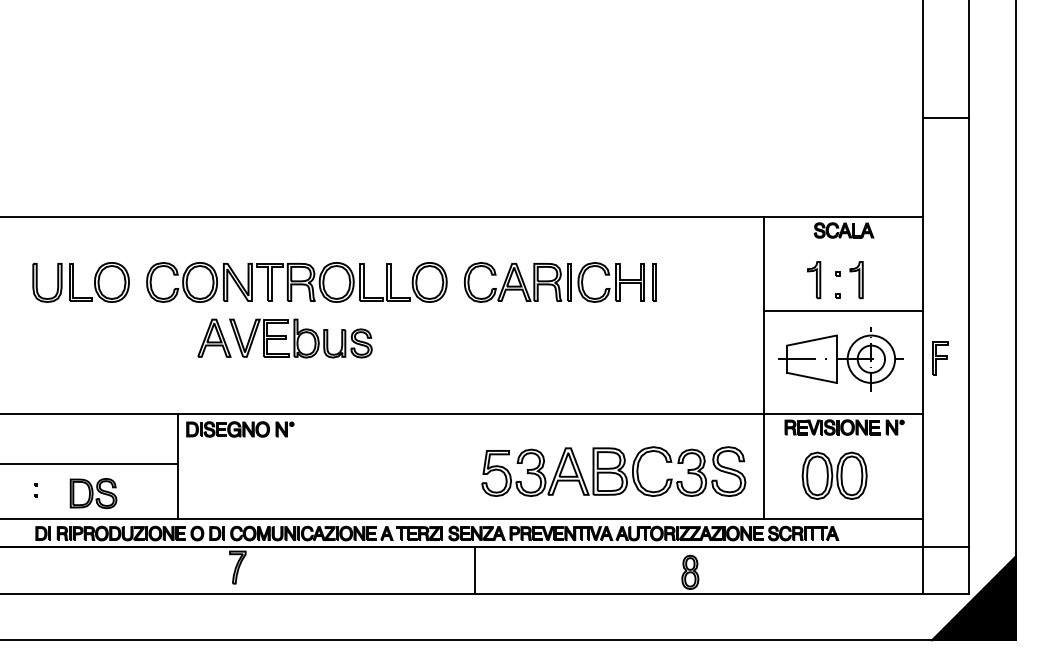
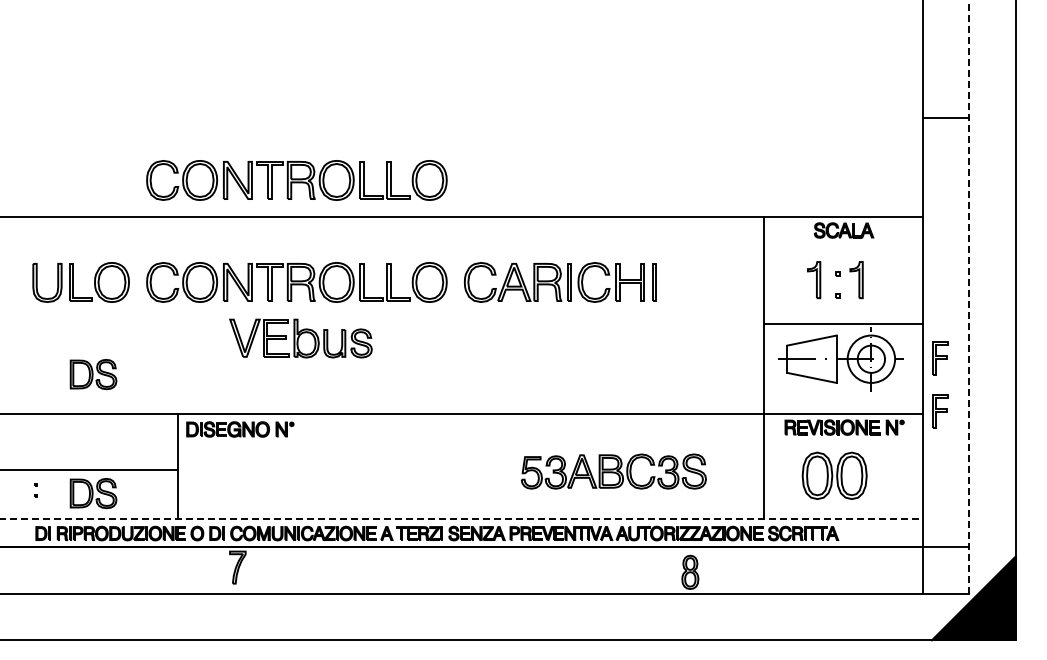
part at (296, 180): none -> present
line at (969, 296): solid -> dashed
line at (843, 311) position: (843, 311) -> (843, 324)
part at (214, 337): present -> none
part at (93, 374): none -> present
part at (940, 411): none -> present
line at (90, 463) position: (90, 463) -> (90, 469)
part at (613, 471) size: 266x51 px -> 187x37 px
line at (461, 519): solid -> dashed
line at (474, 570): present -> none
